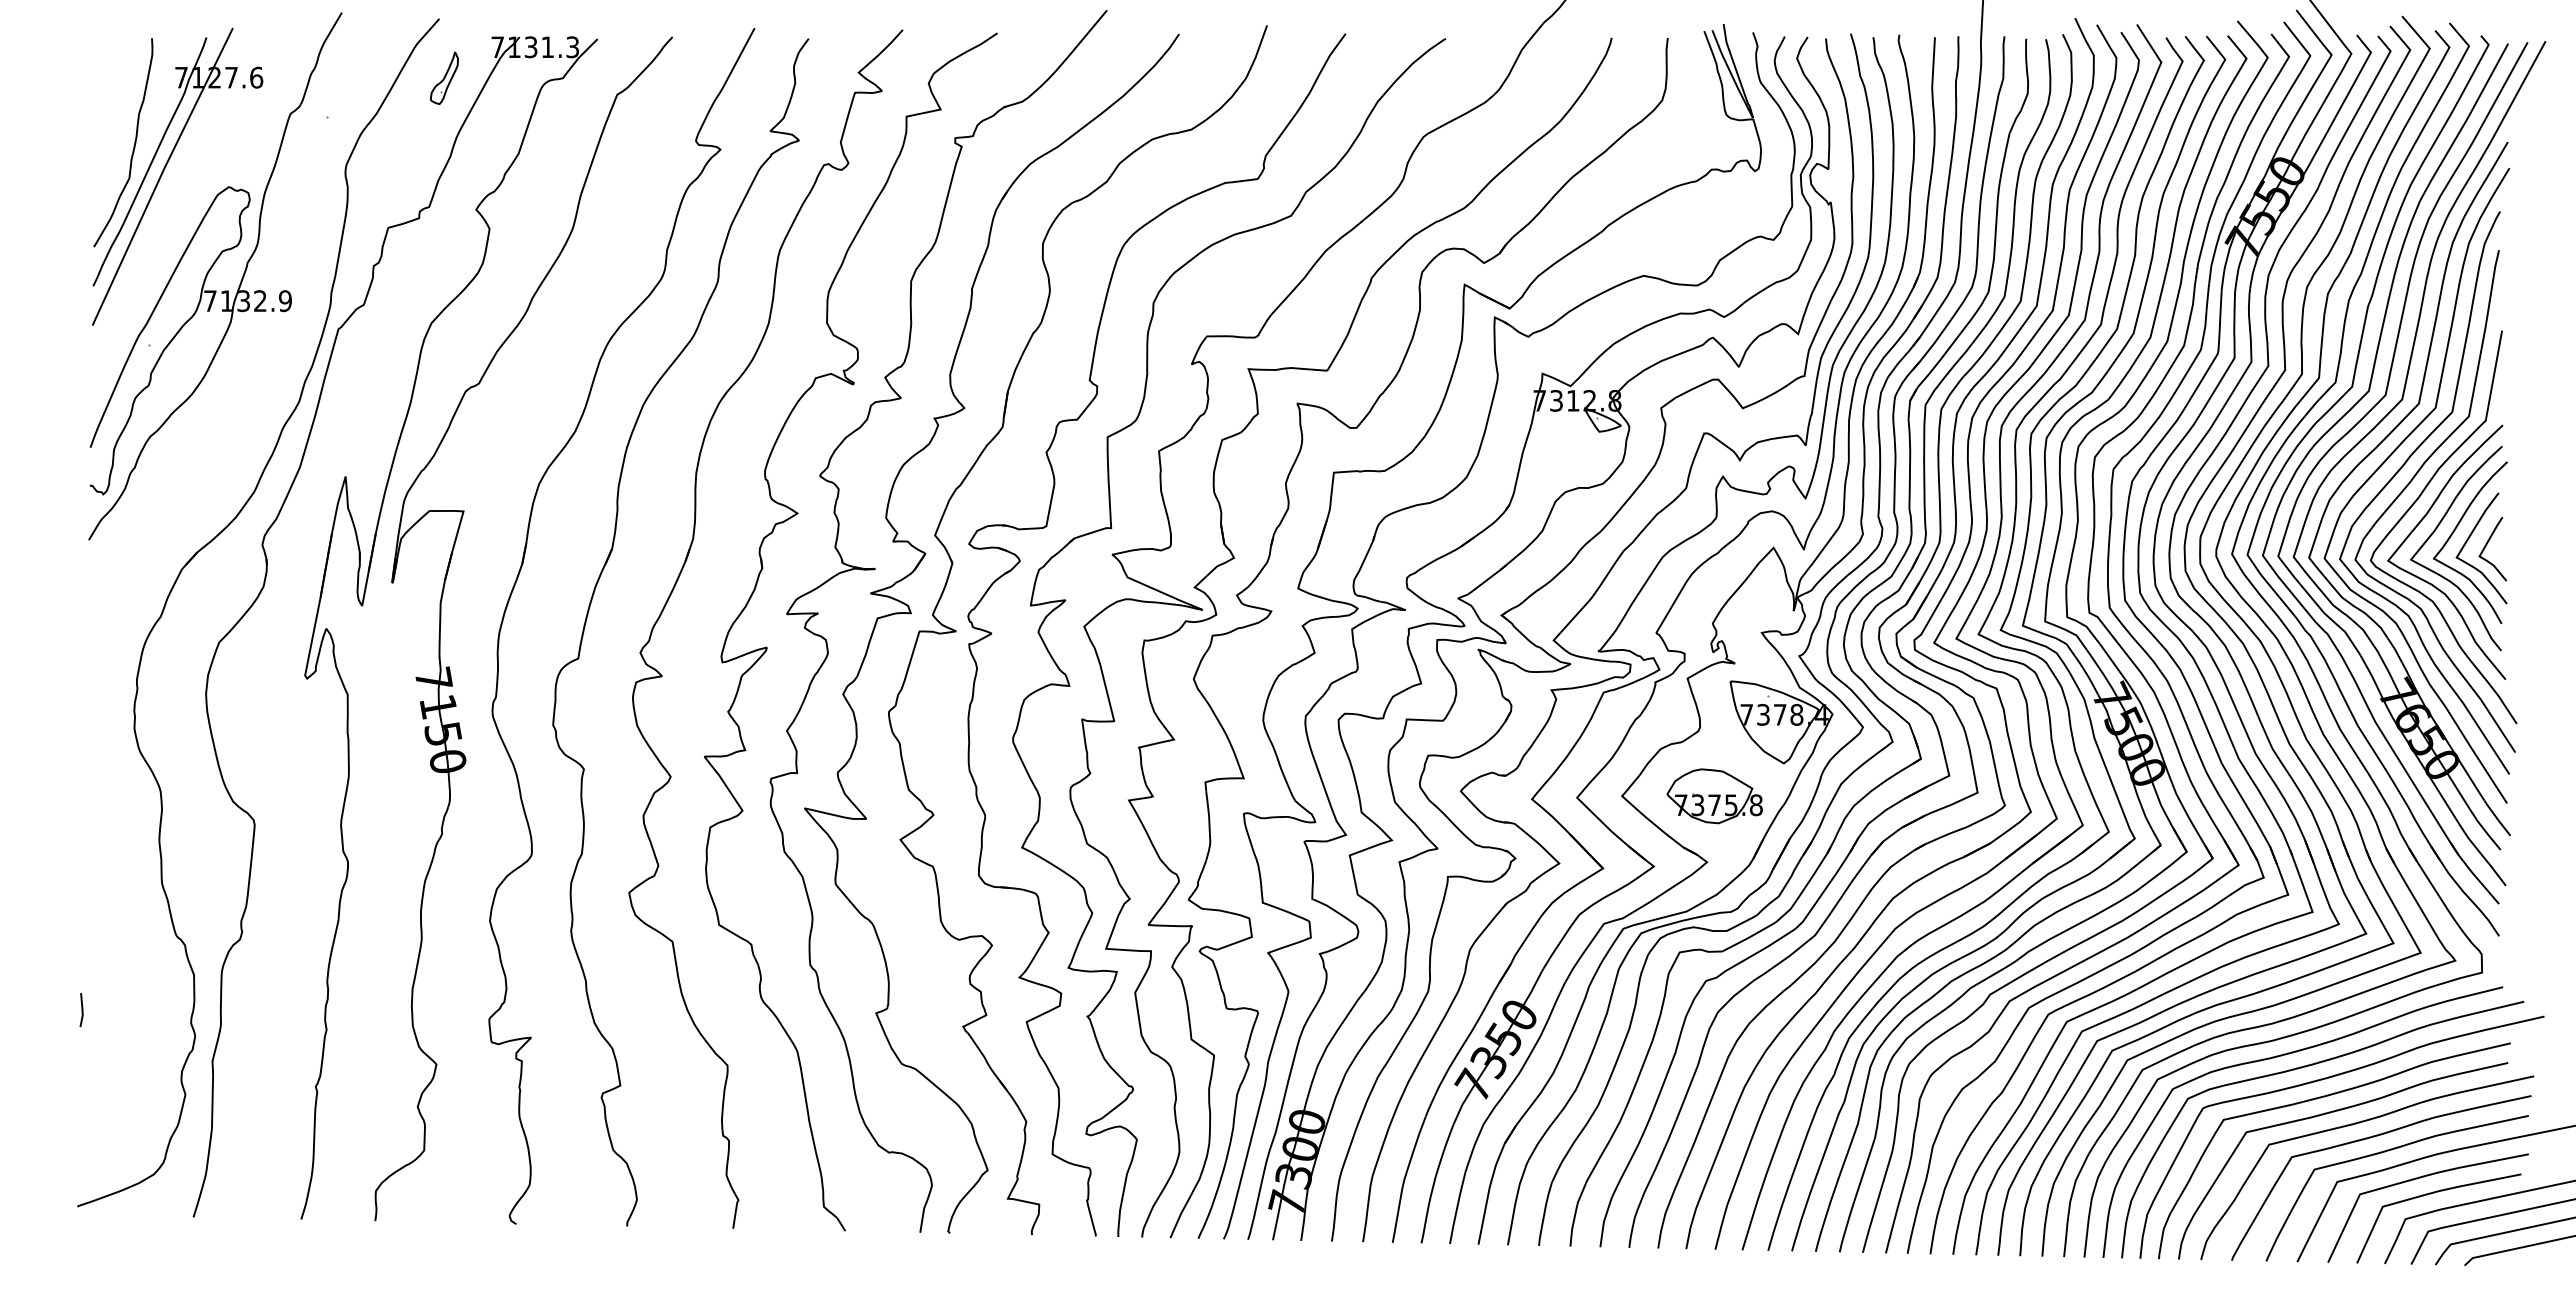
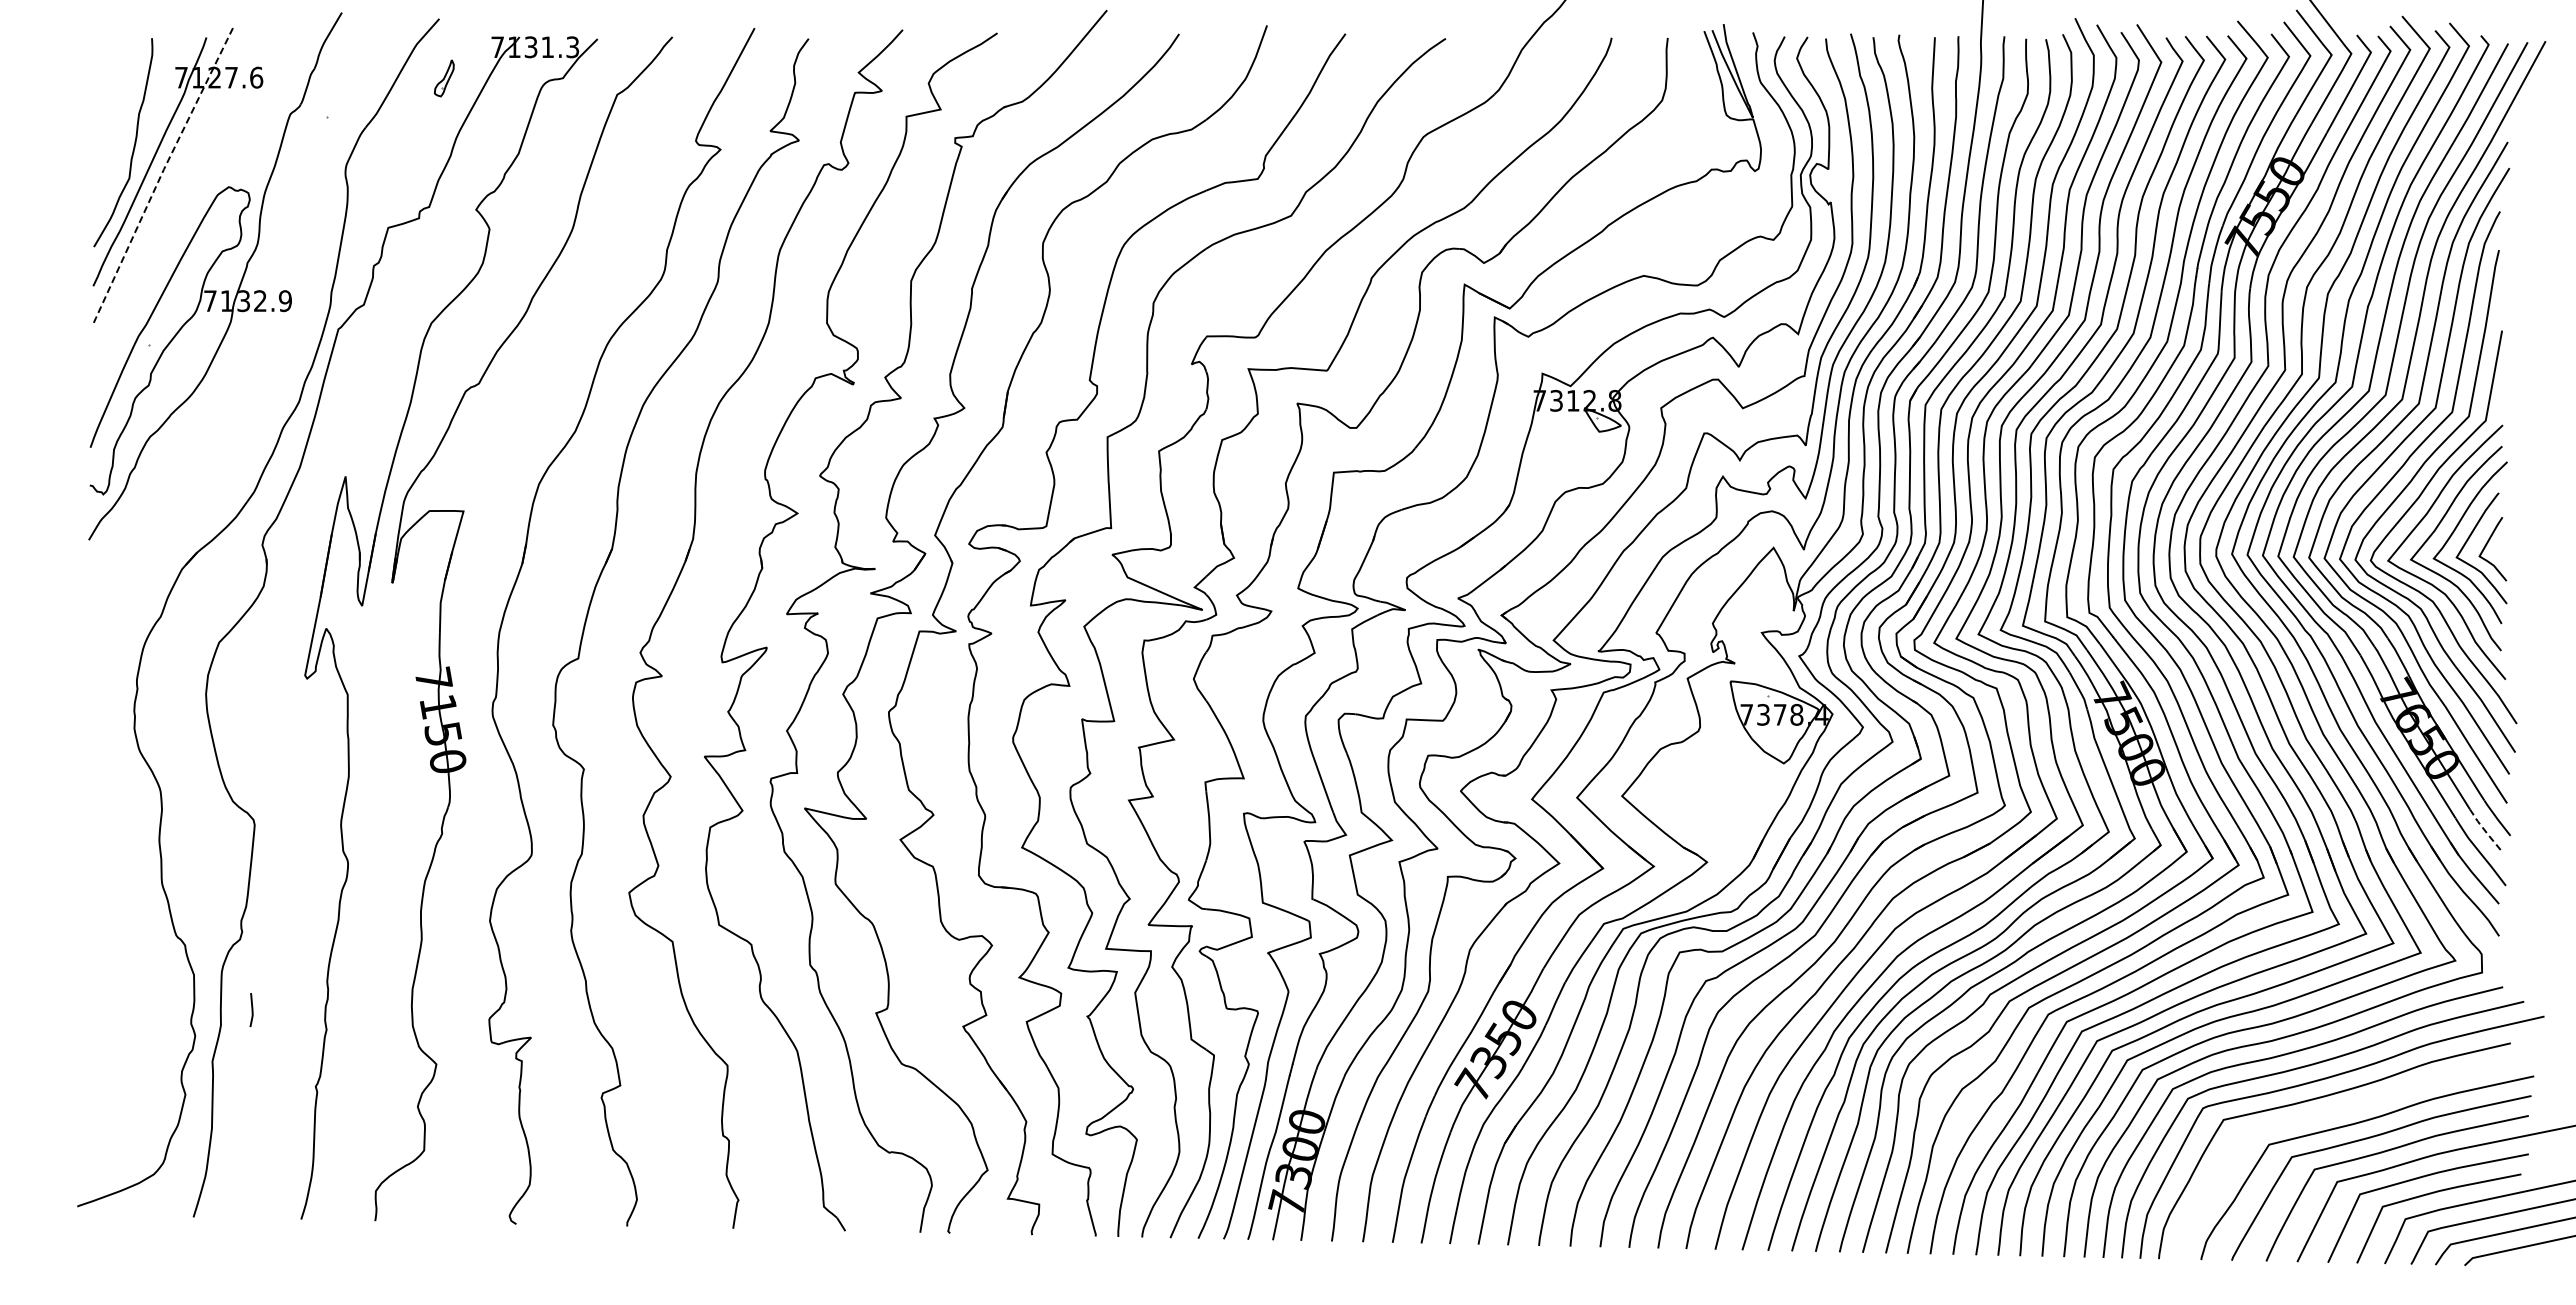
part at (443, 78) size: 30x55 px -> 22x39 px
line at (160, 176): solid -> dashed
part at (1714, 796): present -> none
line at (2484, 829): solid -> dashed
curve at (81, 1009) position: (81, 1009) -> (251, 1009)
curve at (2330, 1113): present -> none
